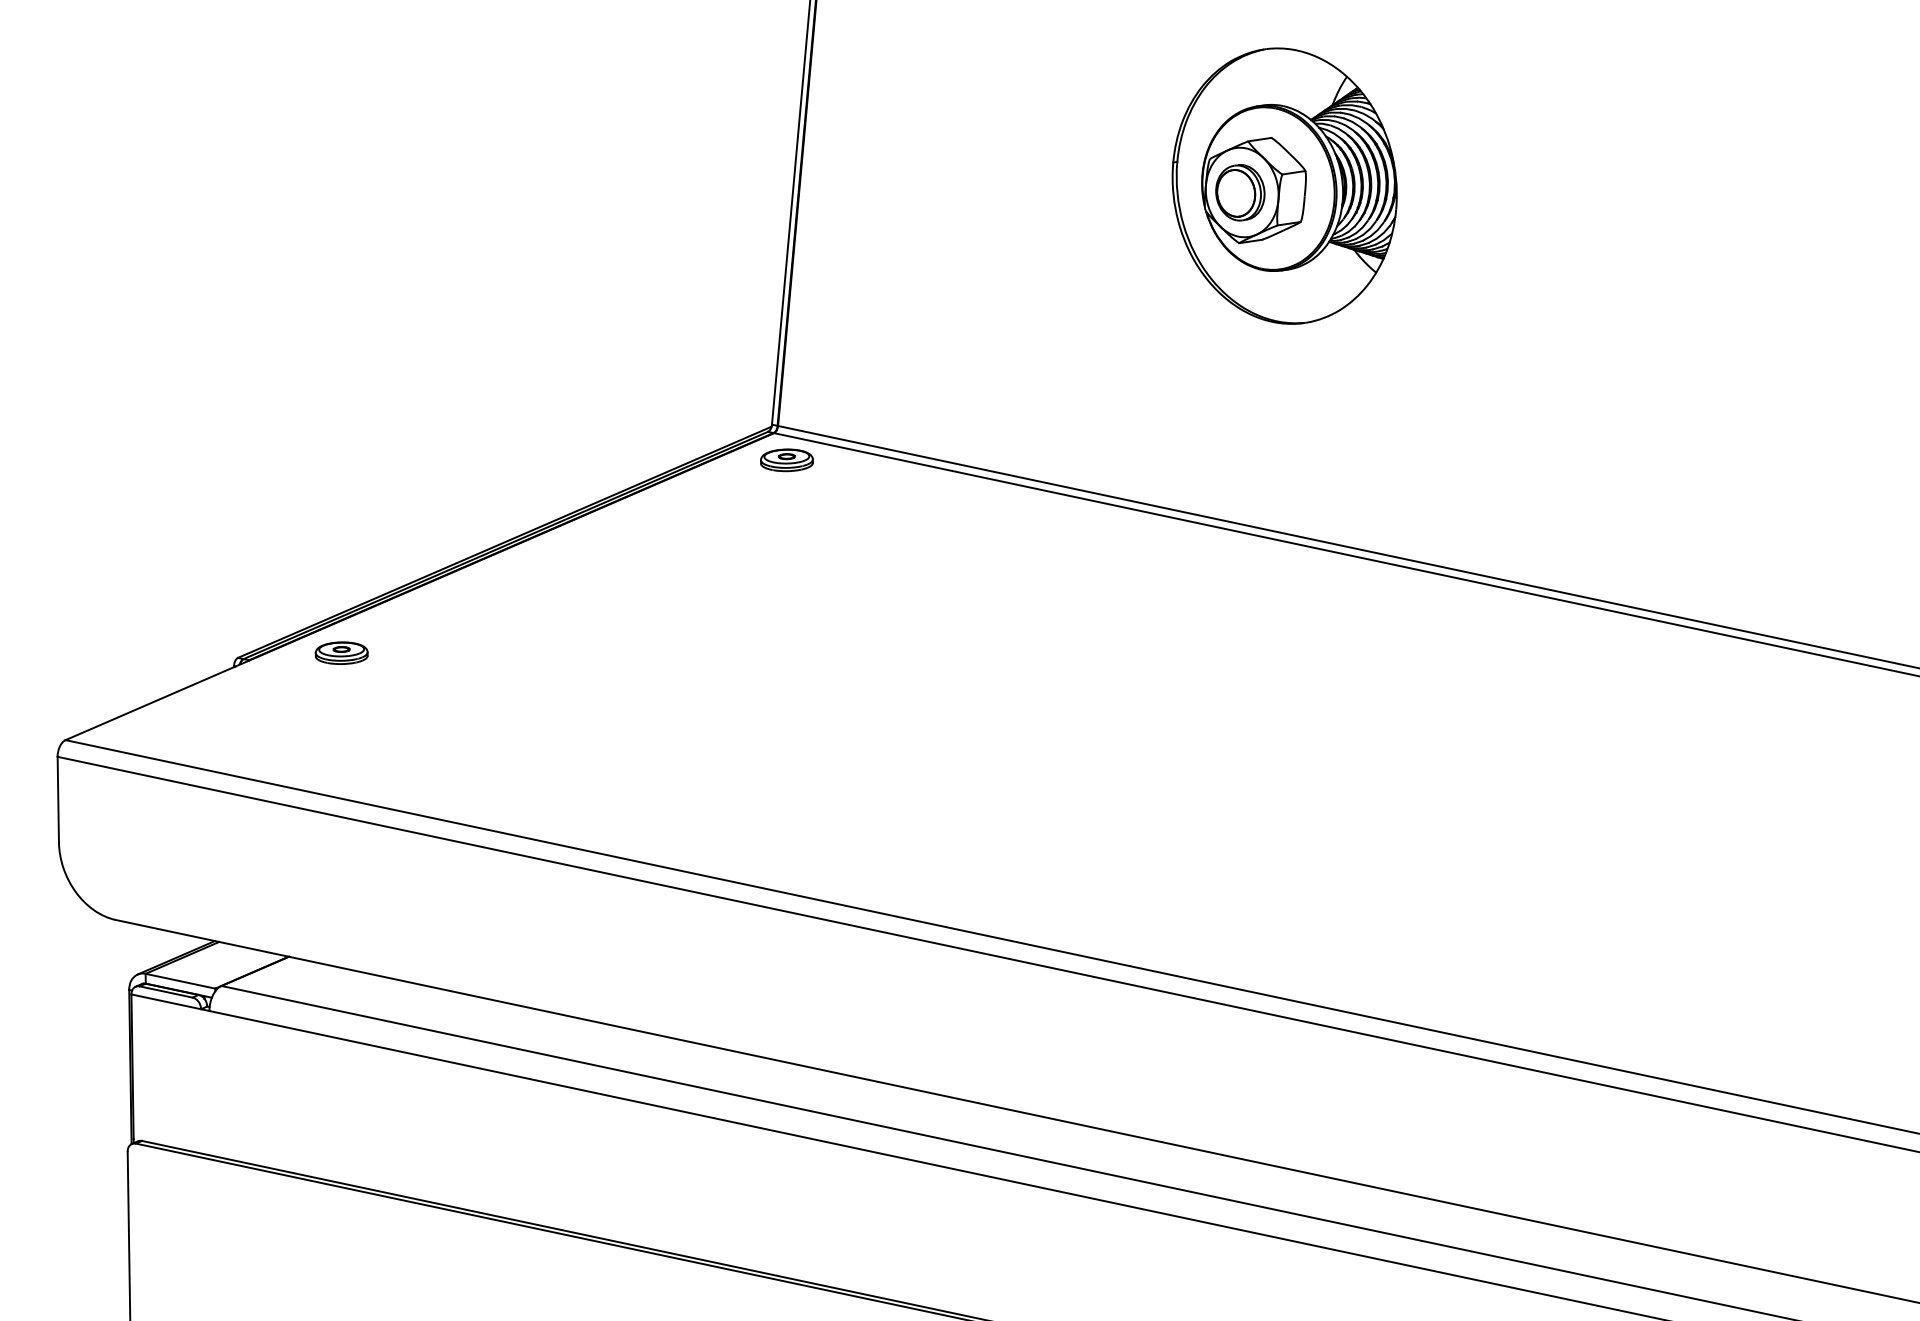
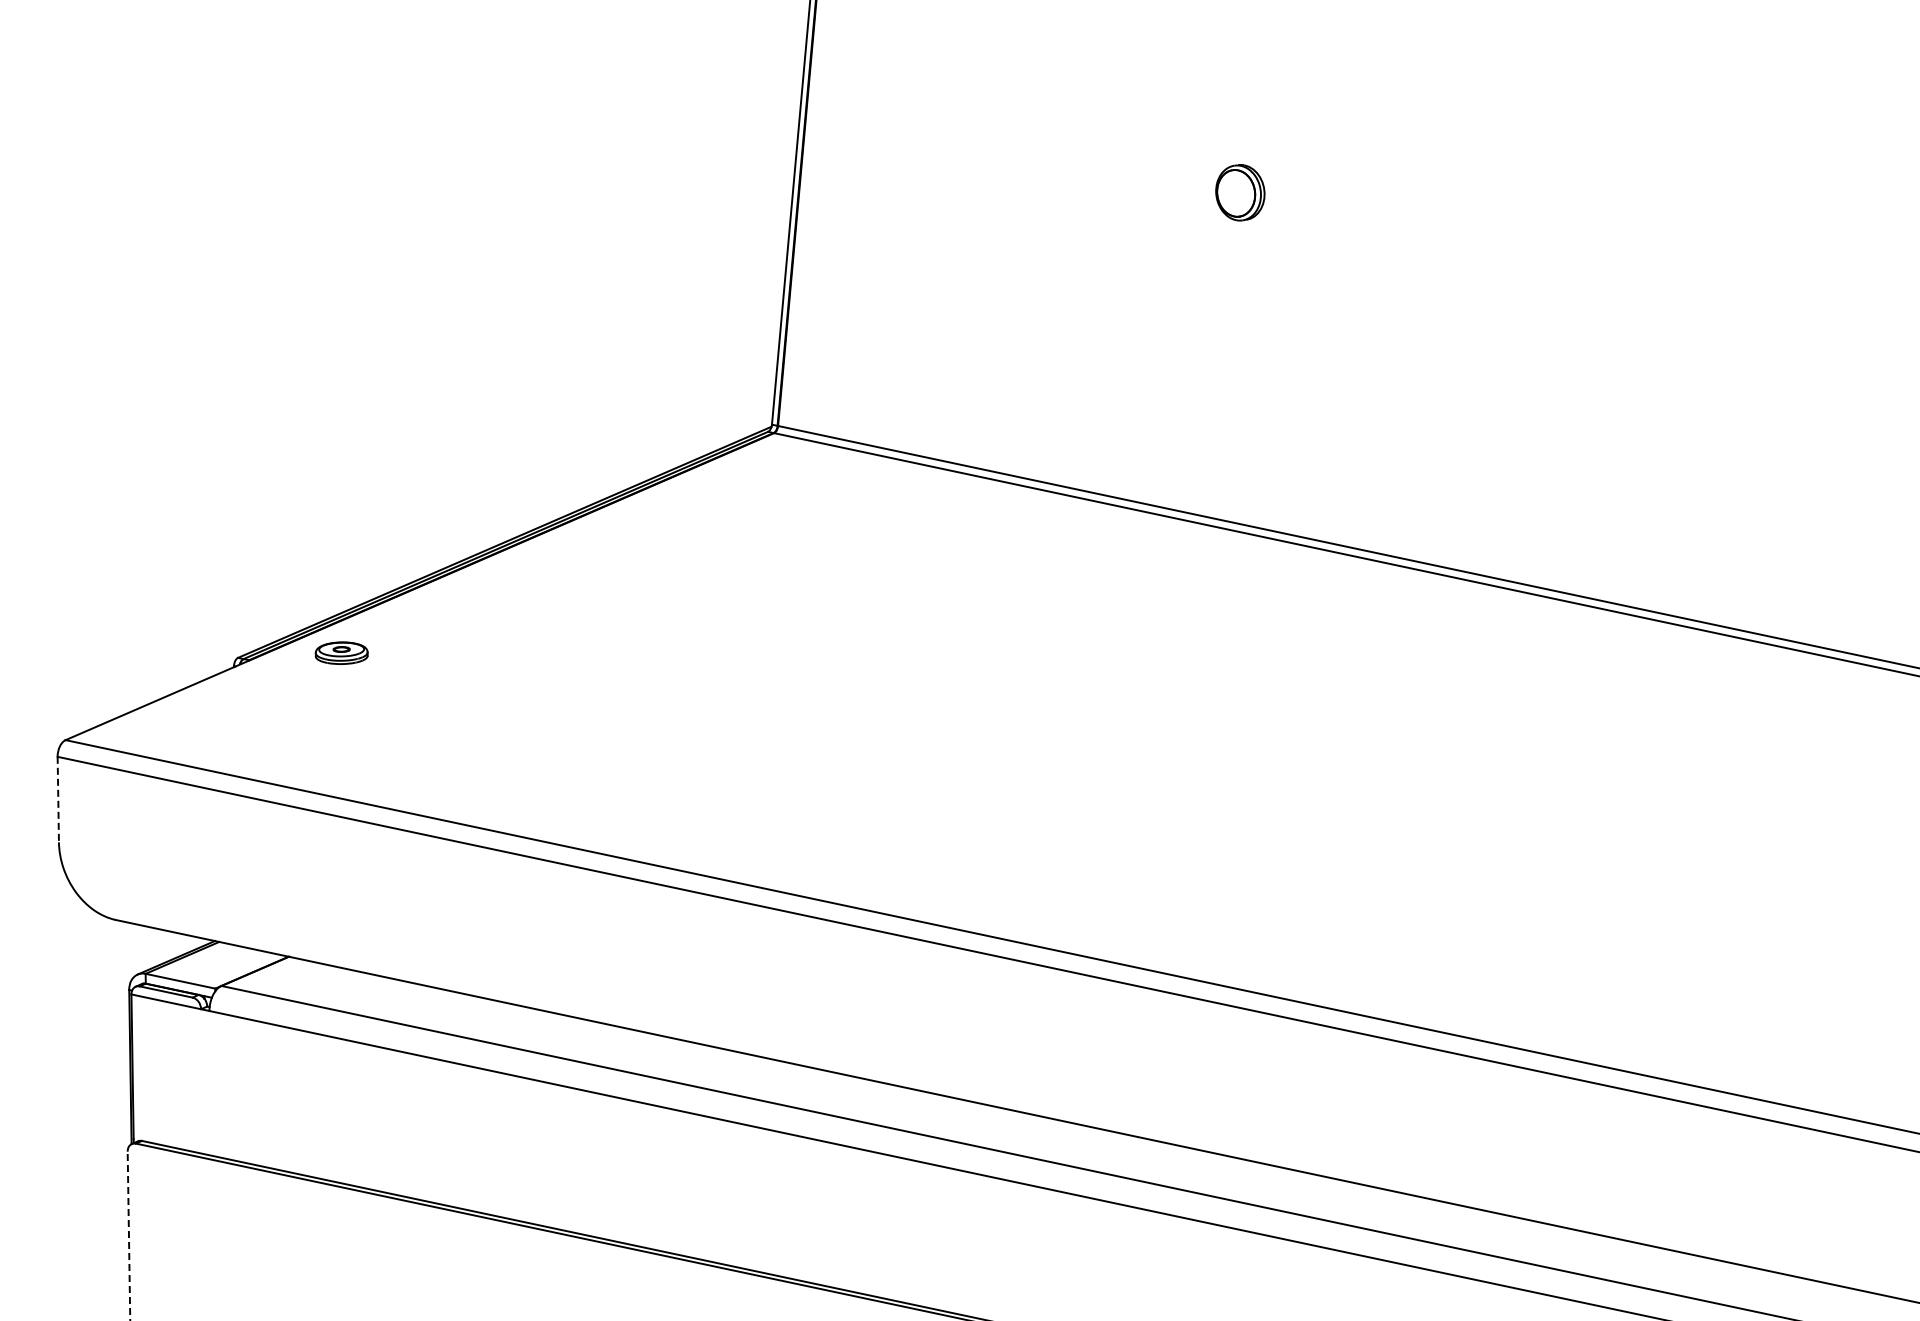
part at (1284, 185): present -> none
part at (786, 460): present -> none
line at (58, 799): solid -> dashed
line at (128, 1235): solid -> dashed
